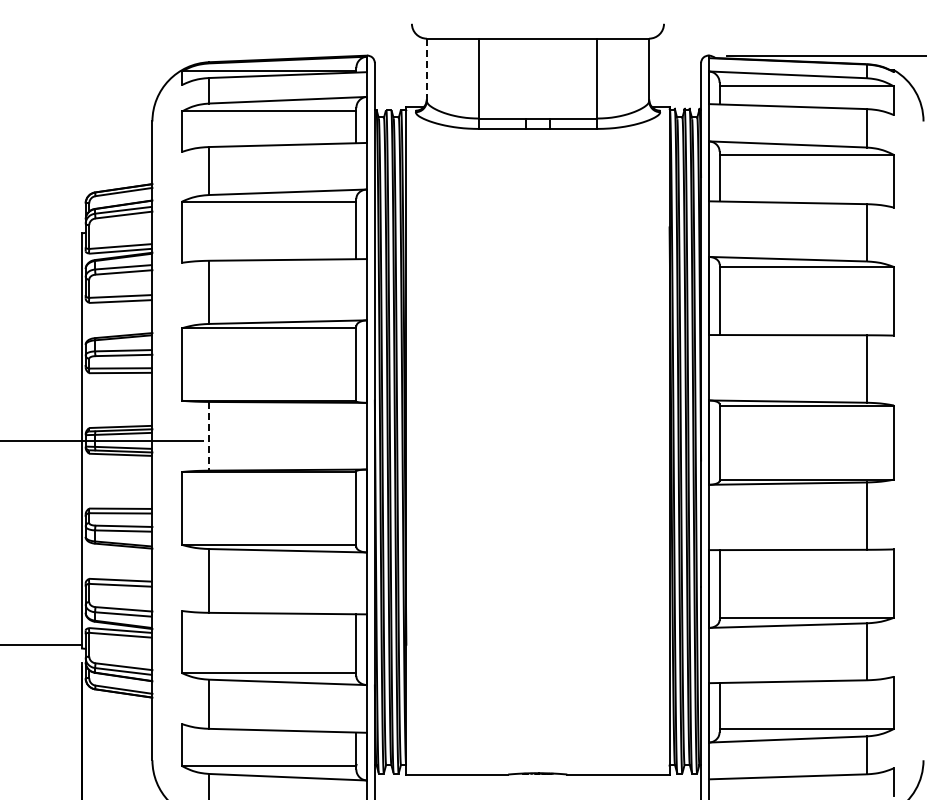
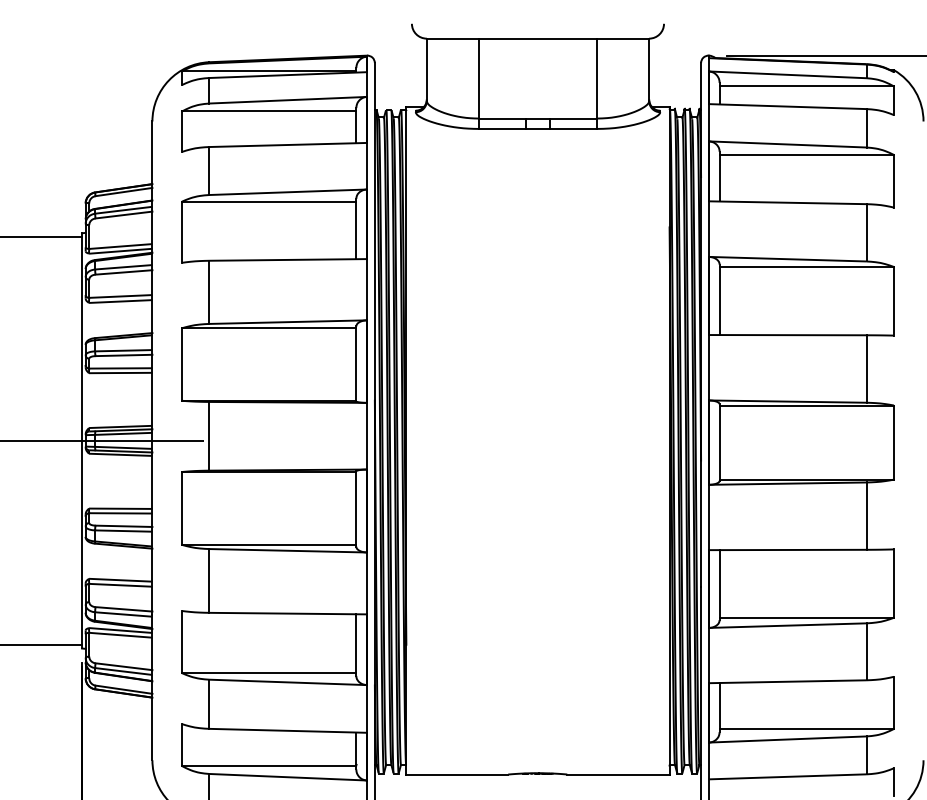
line at (426, 69): dashed -> solid
line at (41, 236): none -> present
line at (209, 436): dashed -> solid
